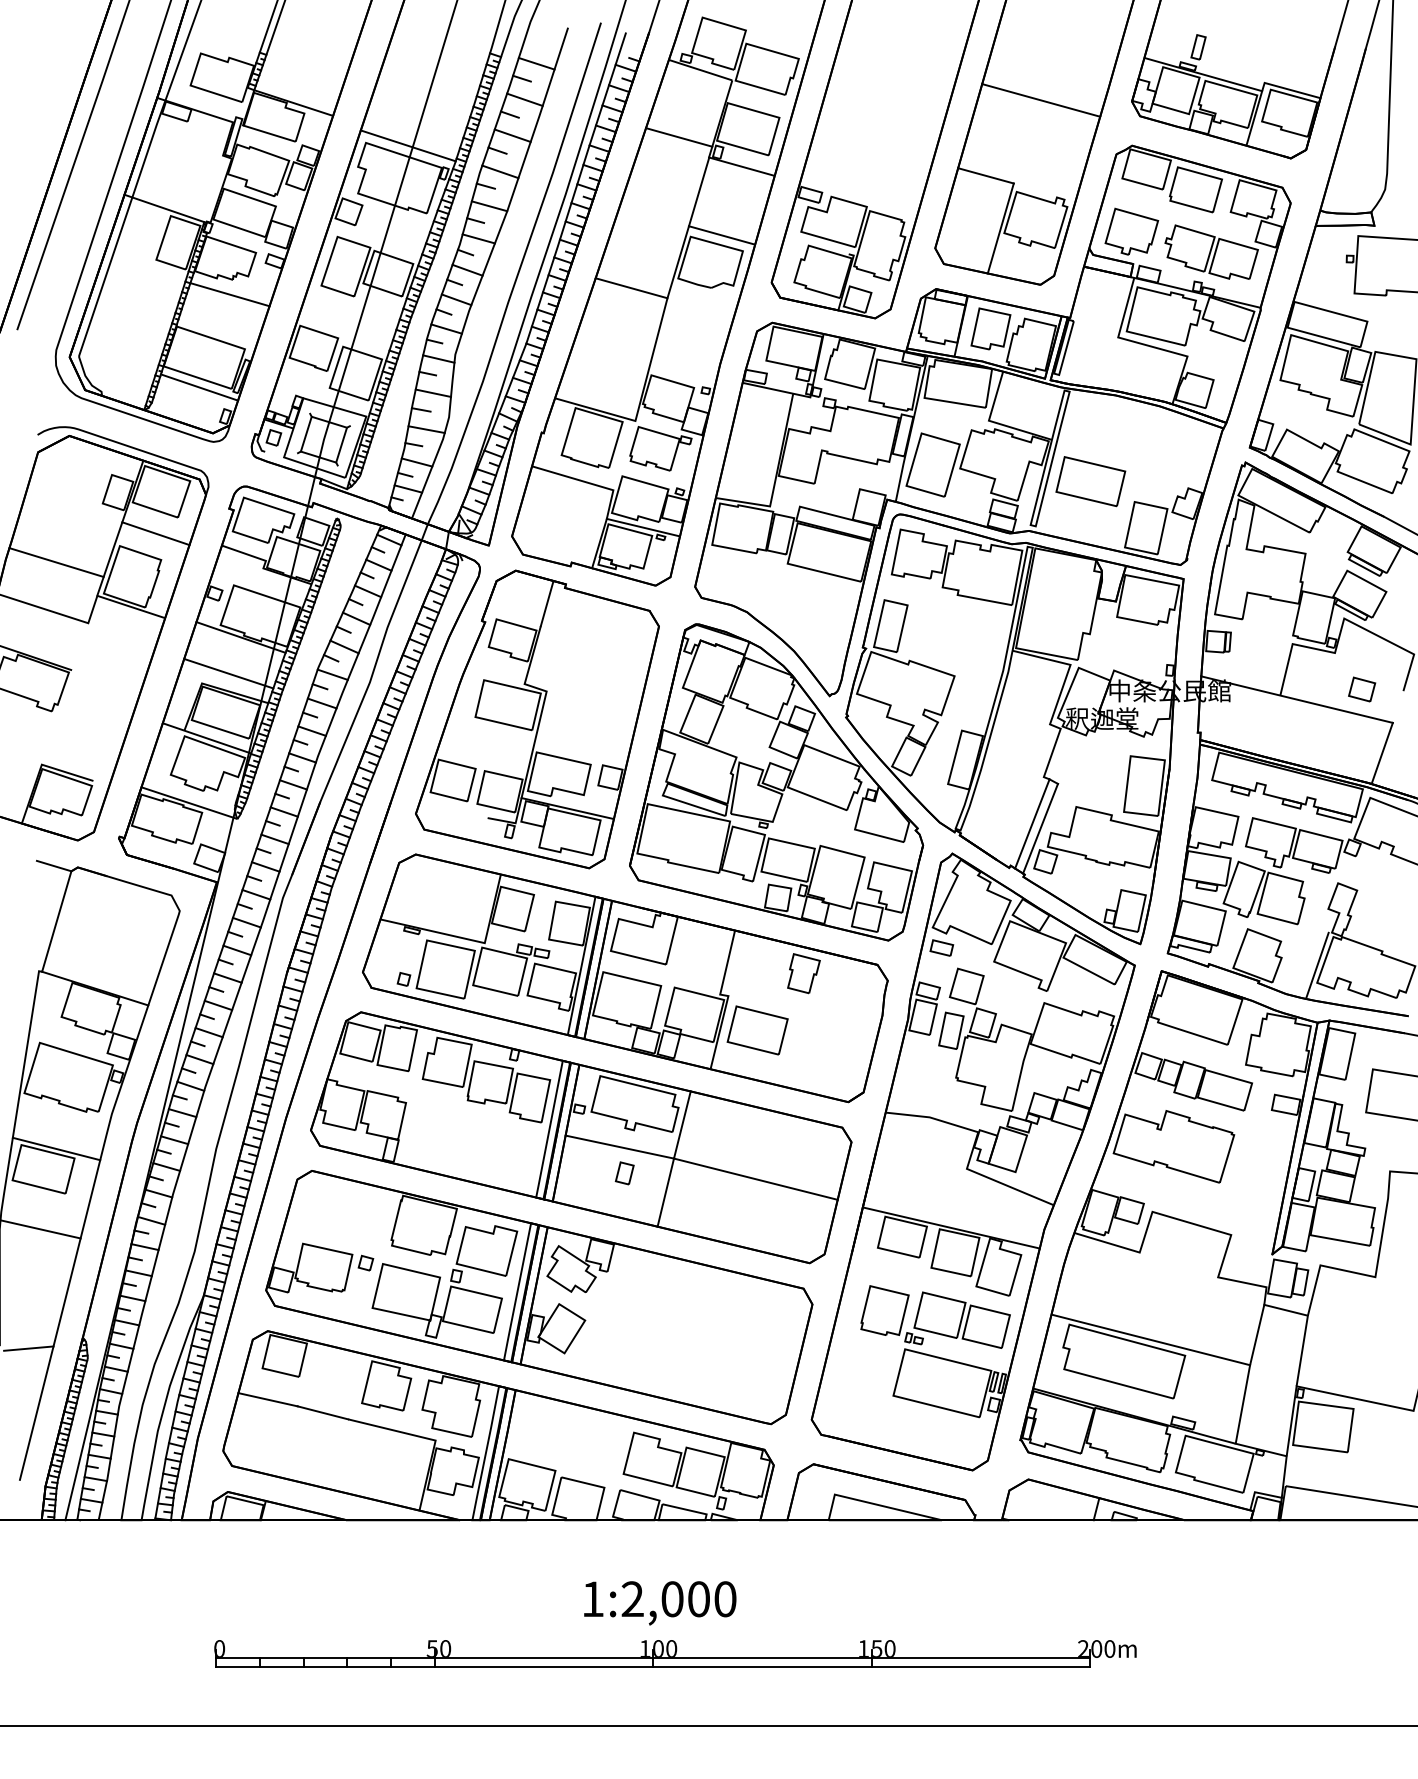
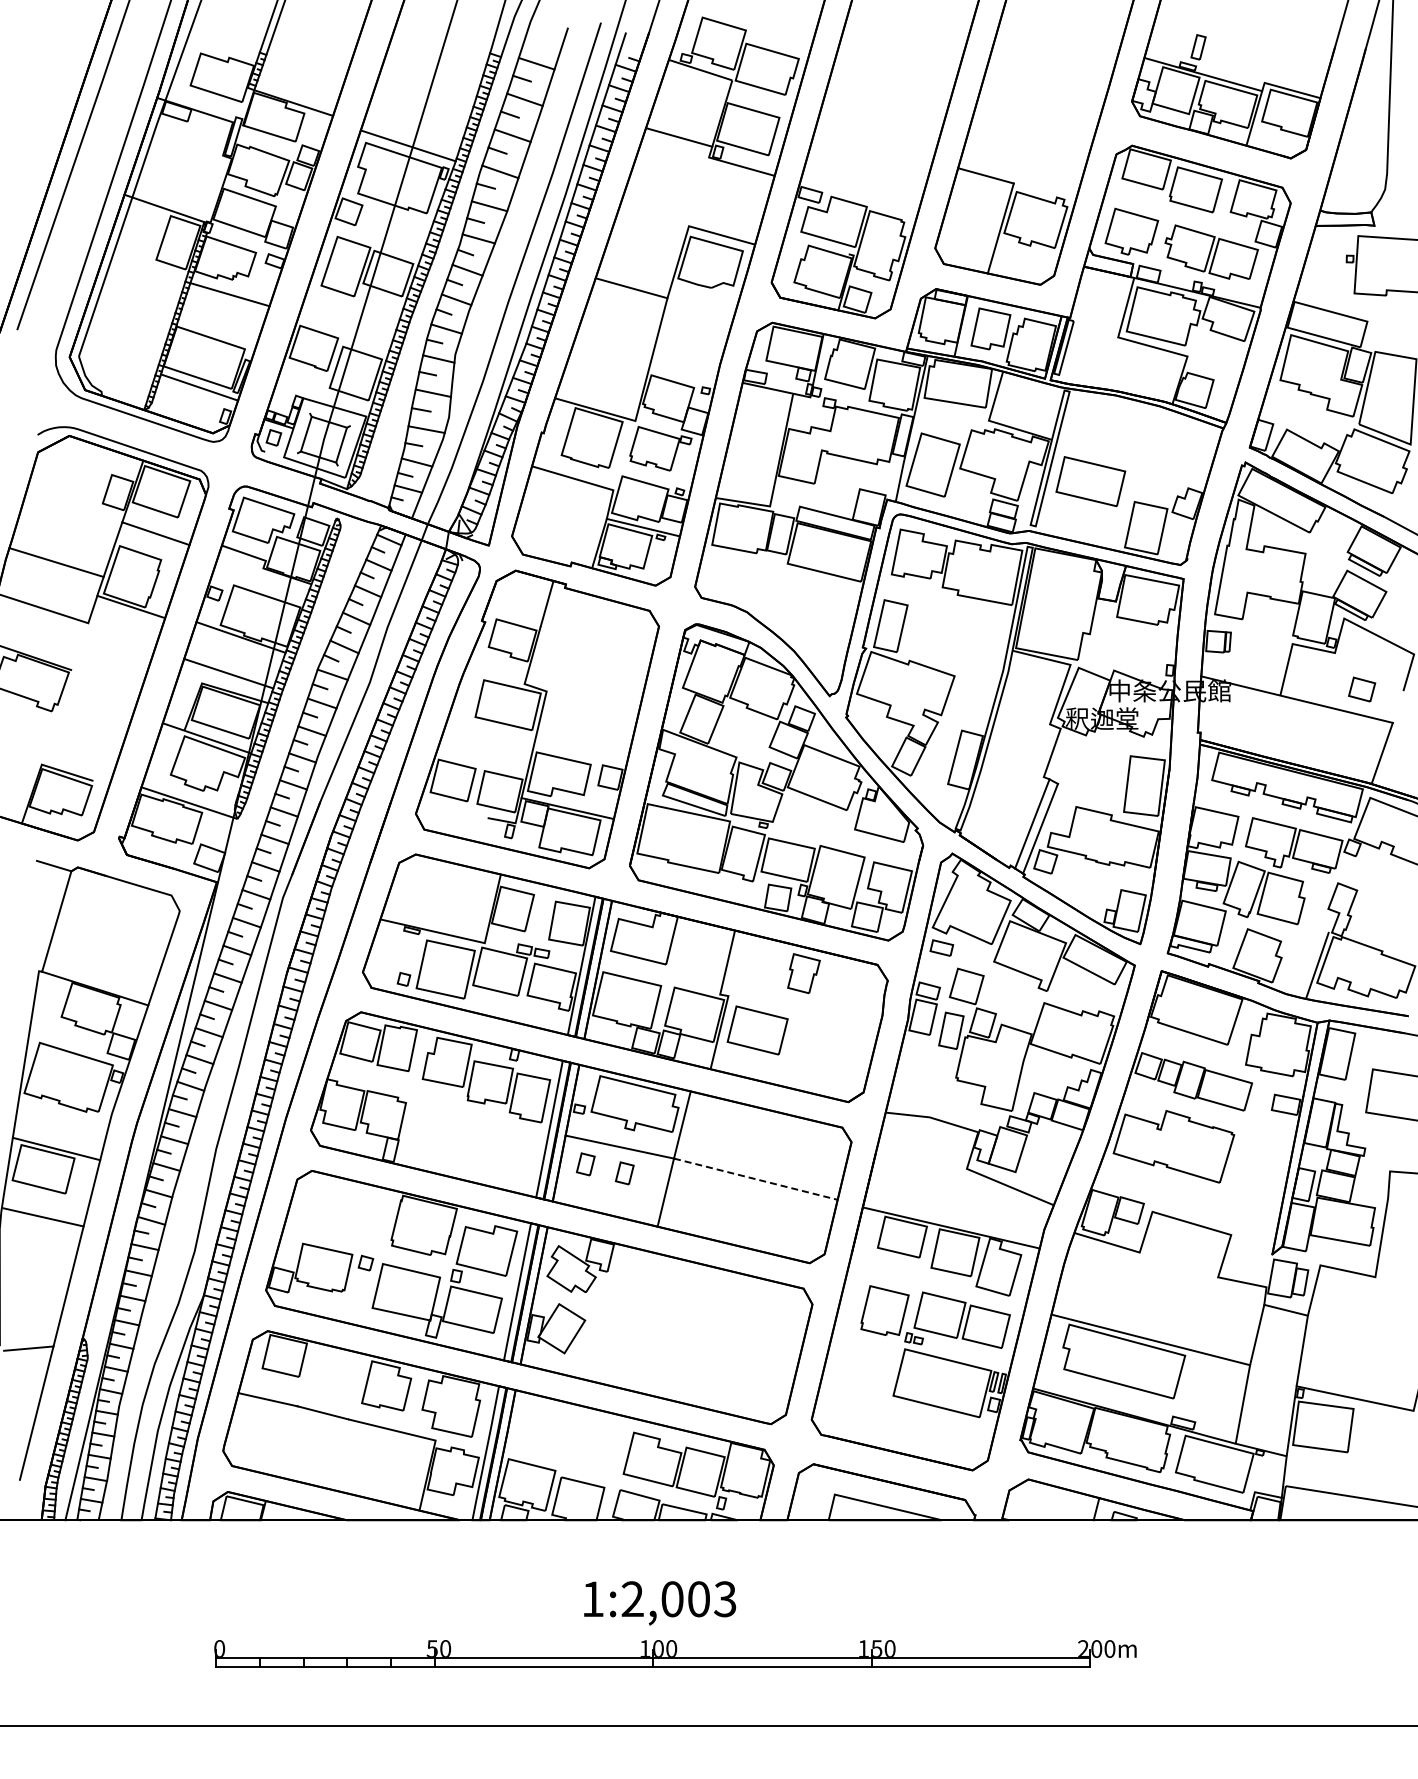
line at (1041, 100): present -> none
line at (698, 191): present -> none
part at (585, 1164): none -> present
line at (756, 1179): solid -> dashed
line at (41, 1229) position: (41, 1229) -> (43, 1217)
text at (725, 1599): 1:2,000 -> 1:2,003
